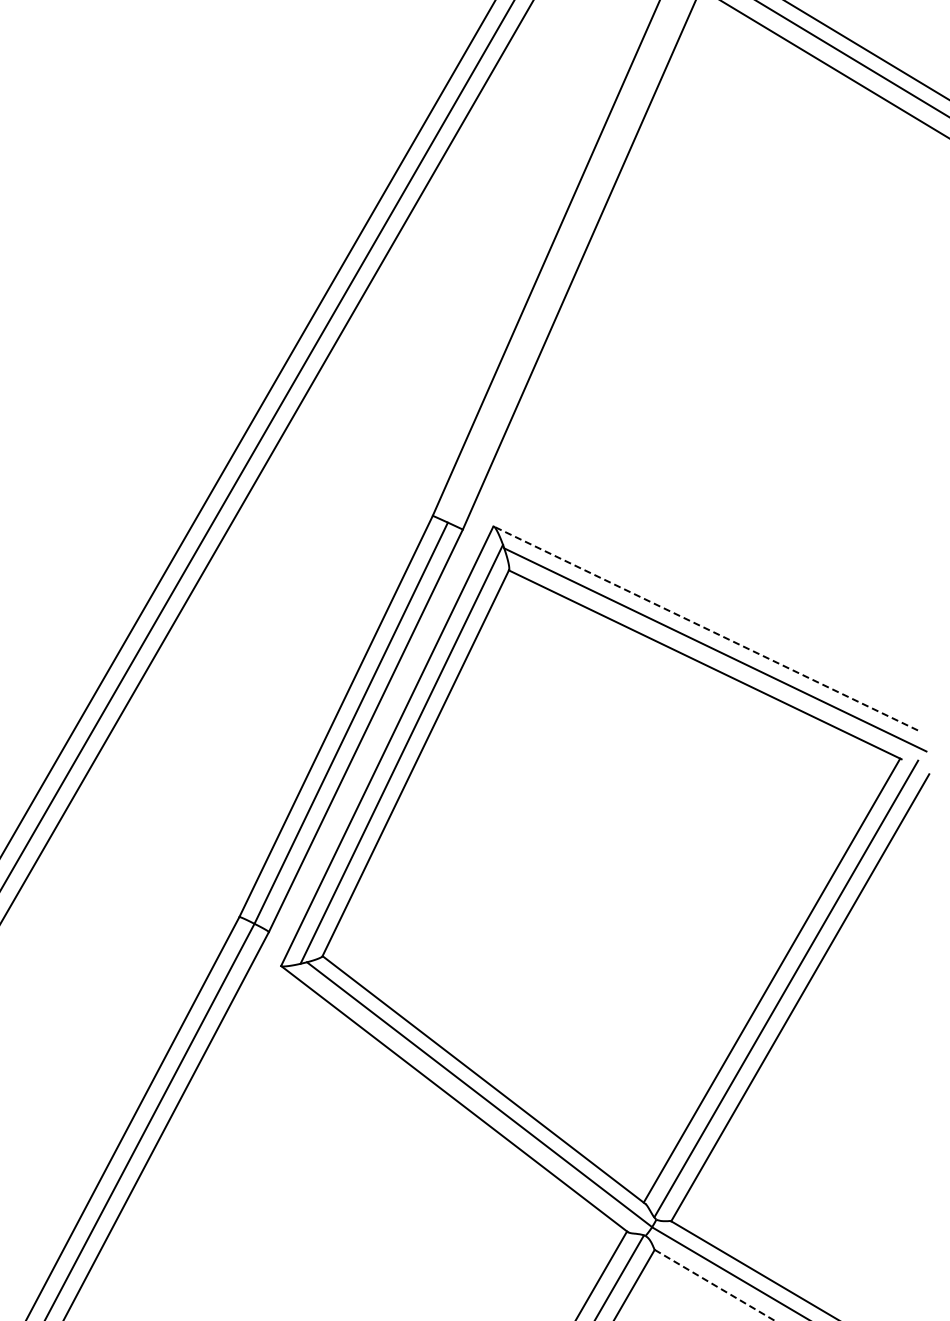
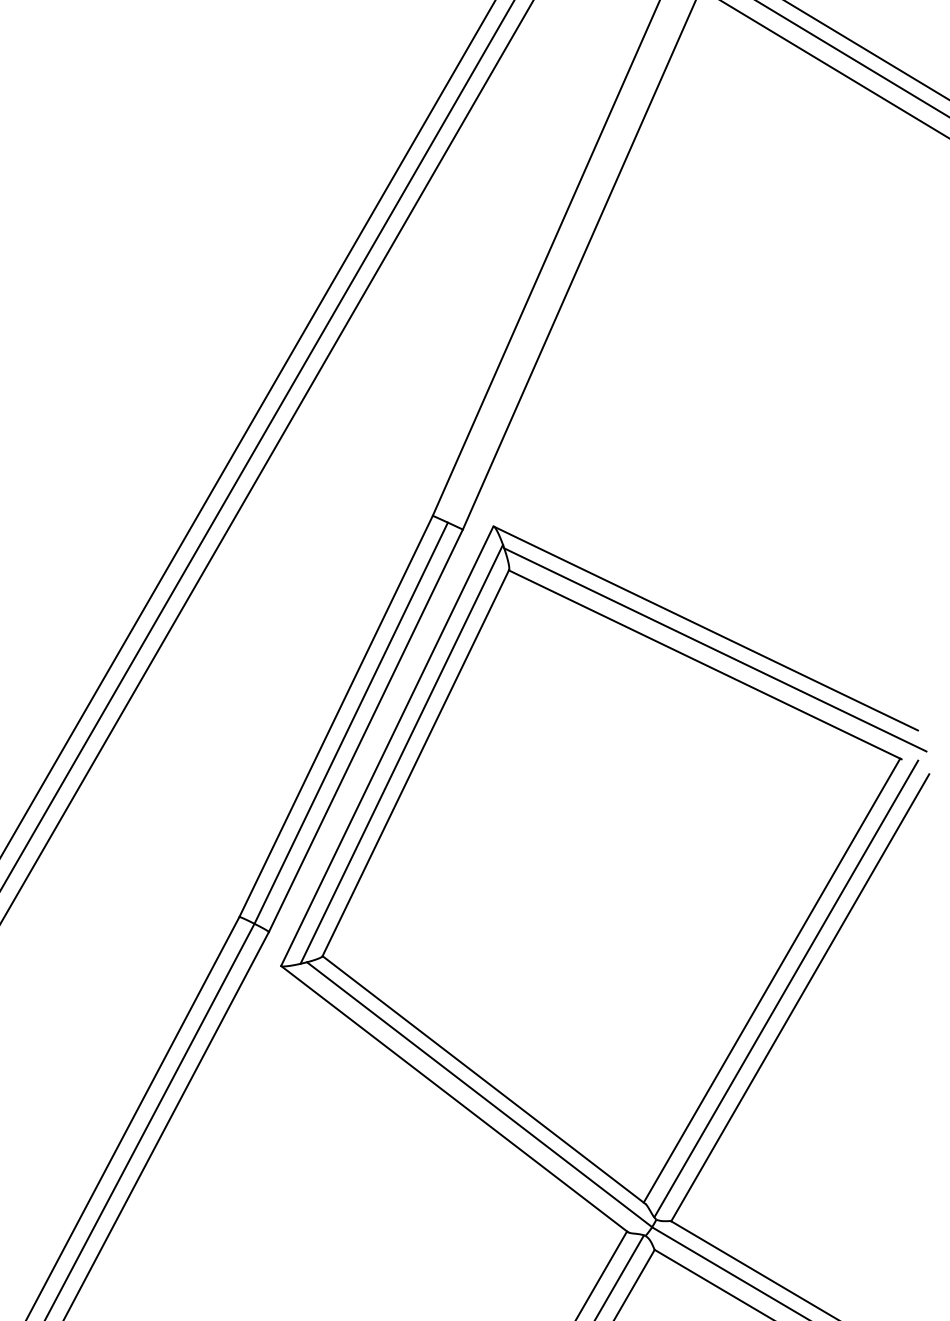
line at (705, 628): dashed -> solid
line at (714, 1285): dashed -> solid
